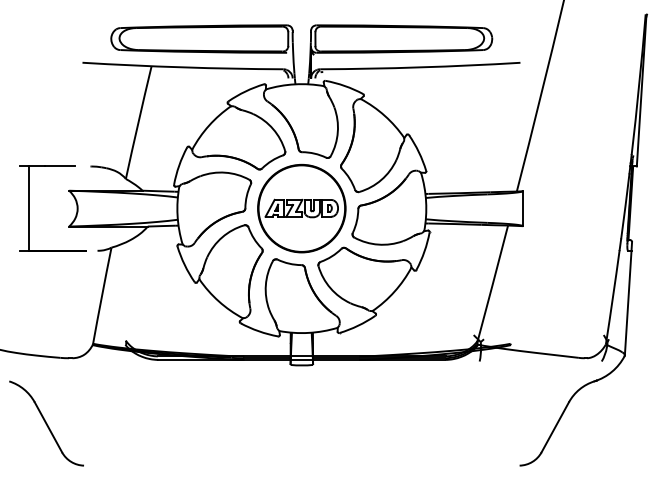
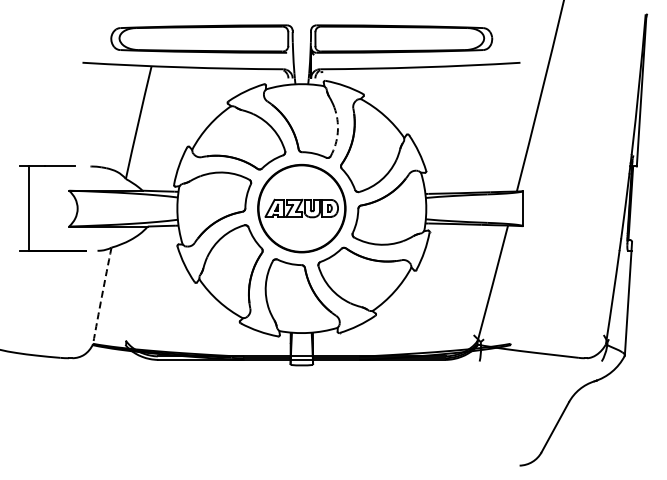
arc at (337, 132): solid -> dashed
arc at (102, 296): solid -> dashed
part at (46, 423): present -> none
